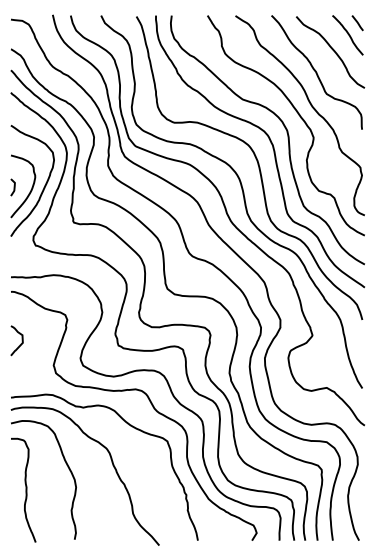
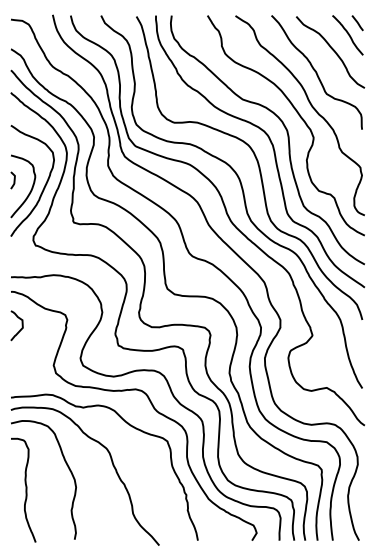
curve at (13, 187) position: (13, 187) -> (13, 180)
curve at (21, 340) position: (21, 340) -> (21, 325)
